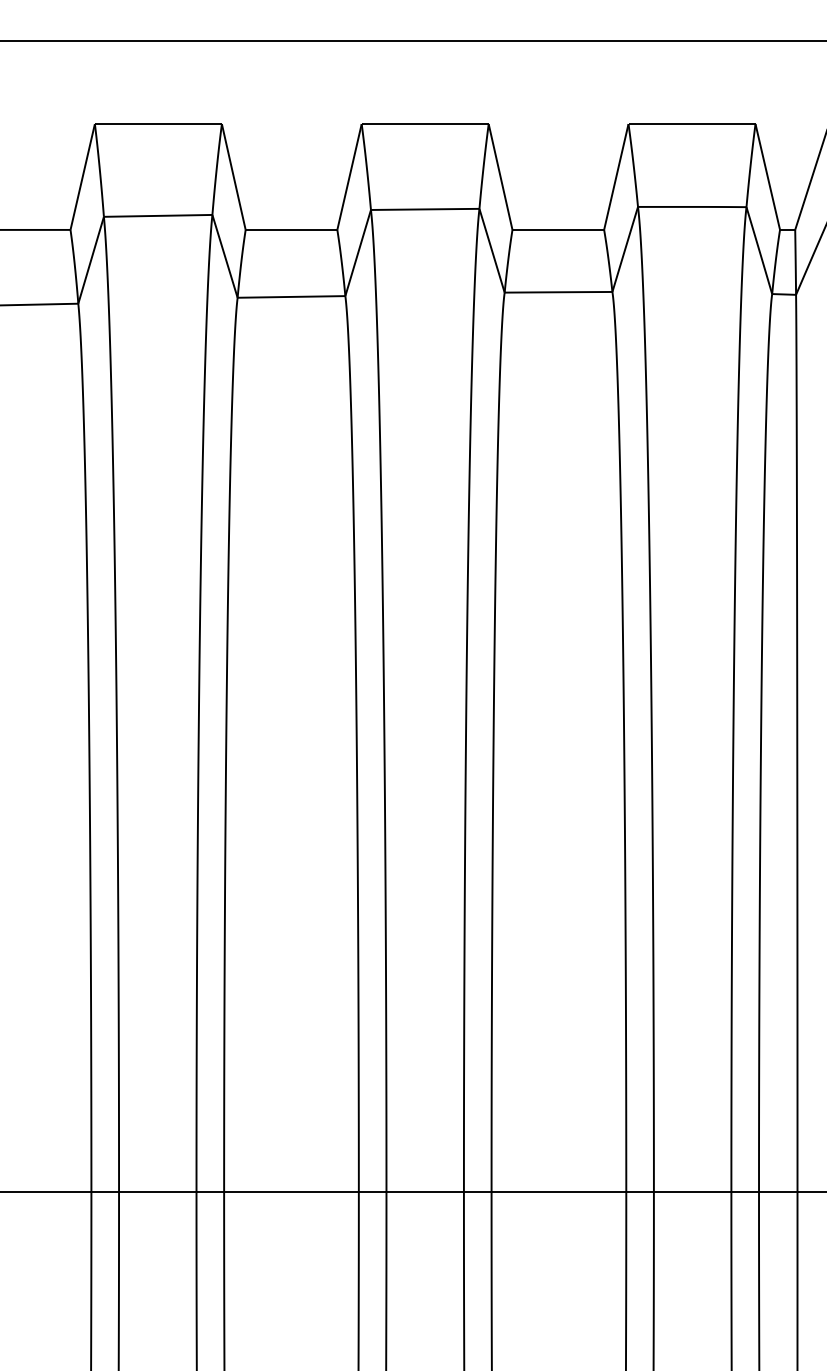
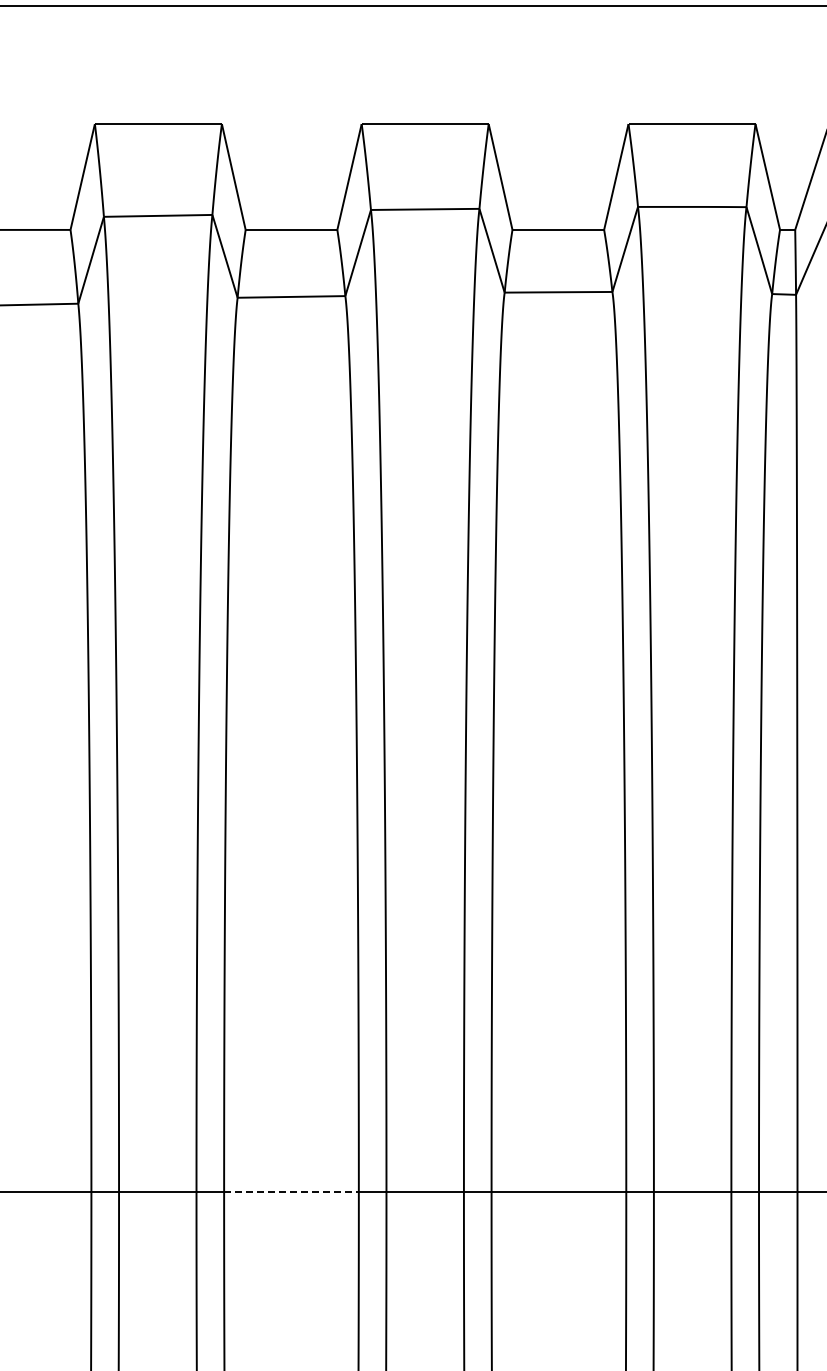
line at (412, 41) position: (412, 41) -> (412, 6)
line at (291, 1192): solid -> dashed
